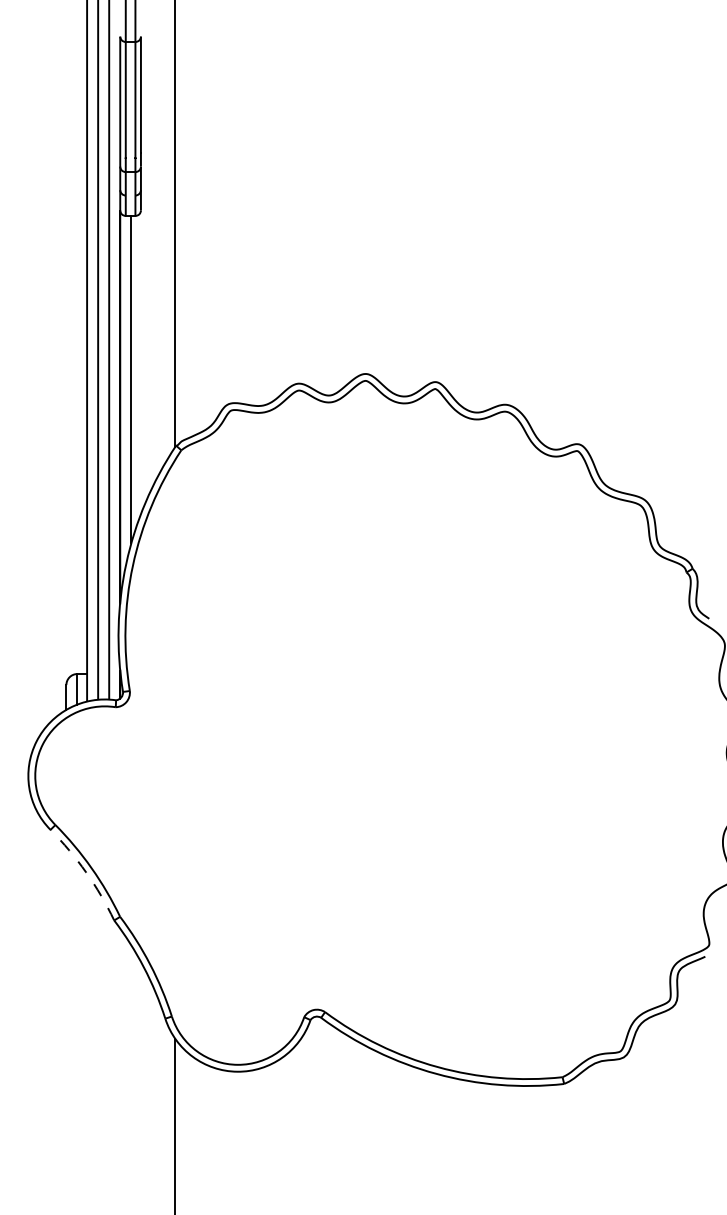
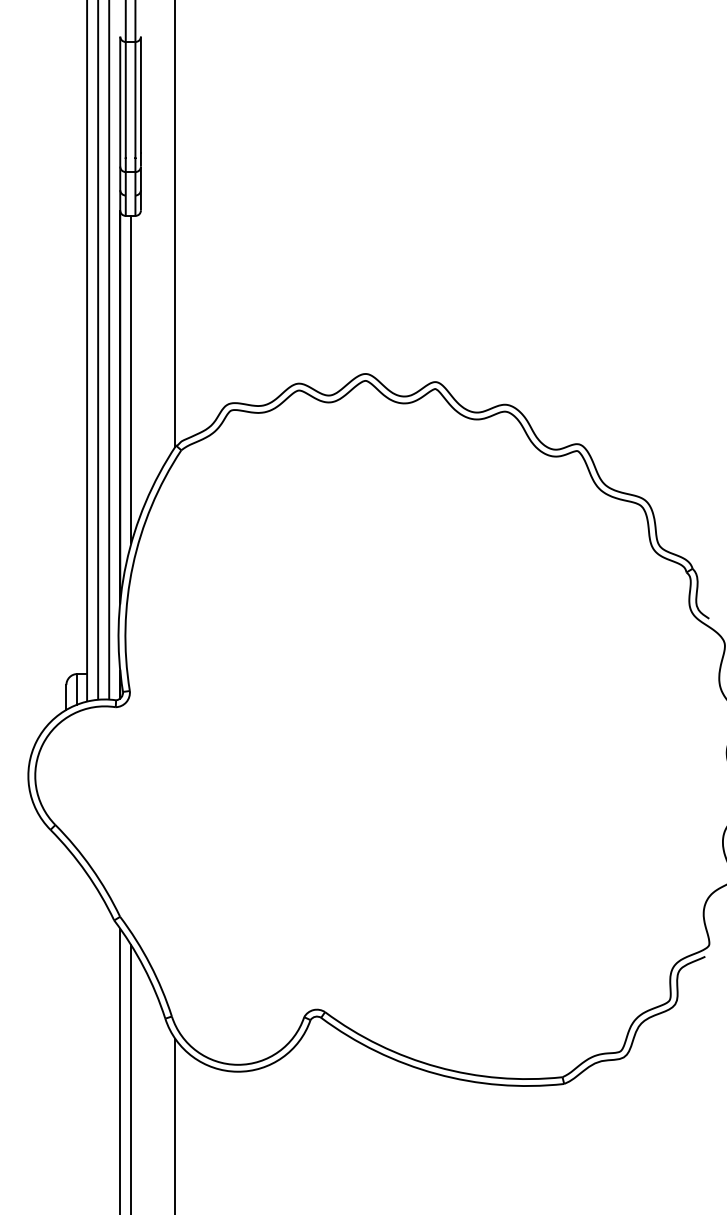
arc at (86, 872): dashed -> solid
line at (120, 1069): none -> present
line at (131, 1078): none -> present
